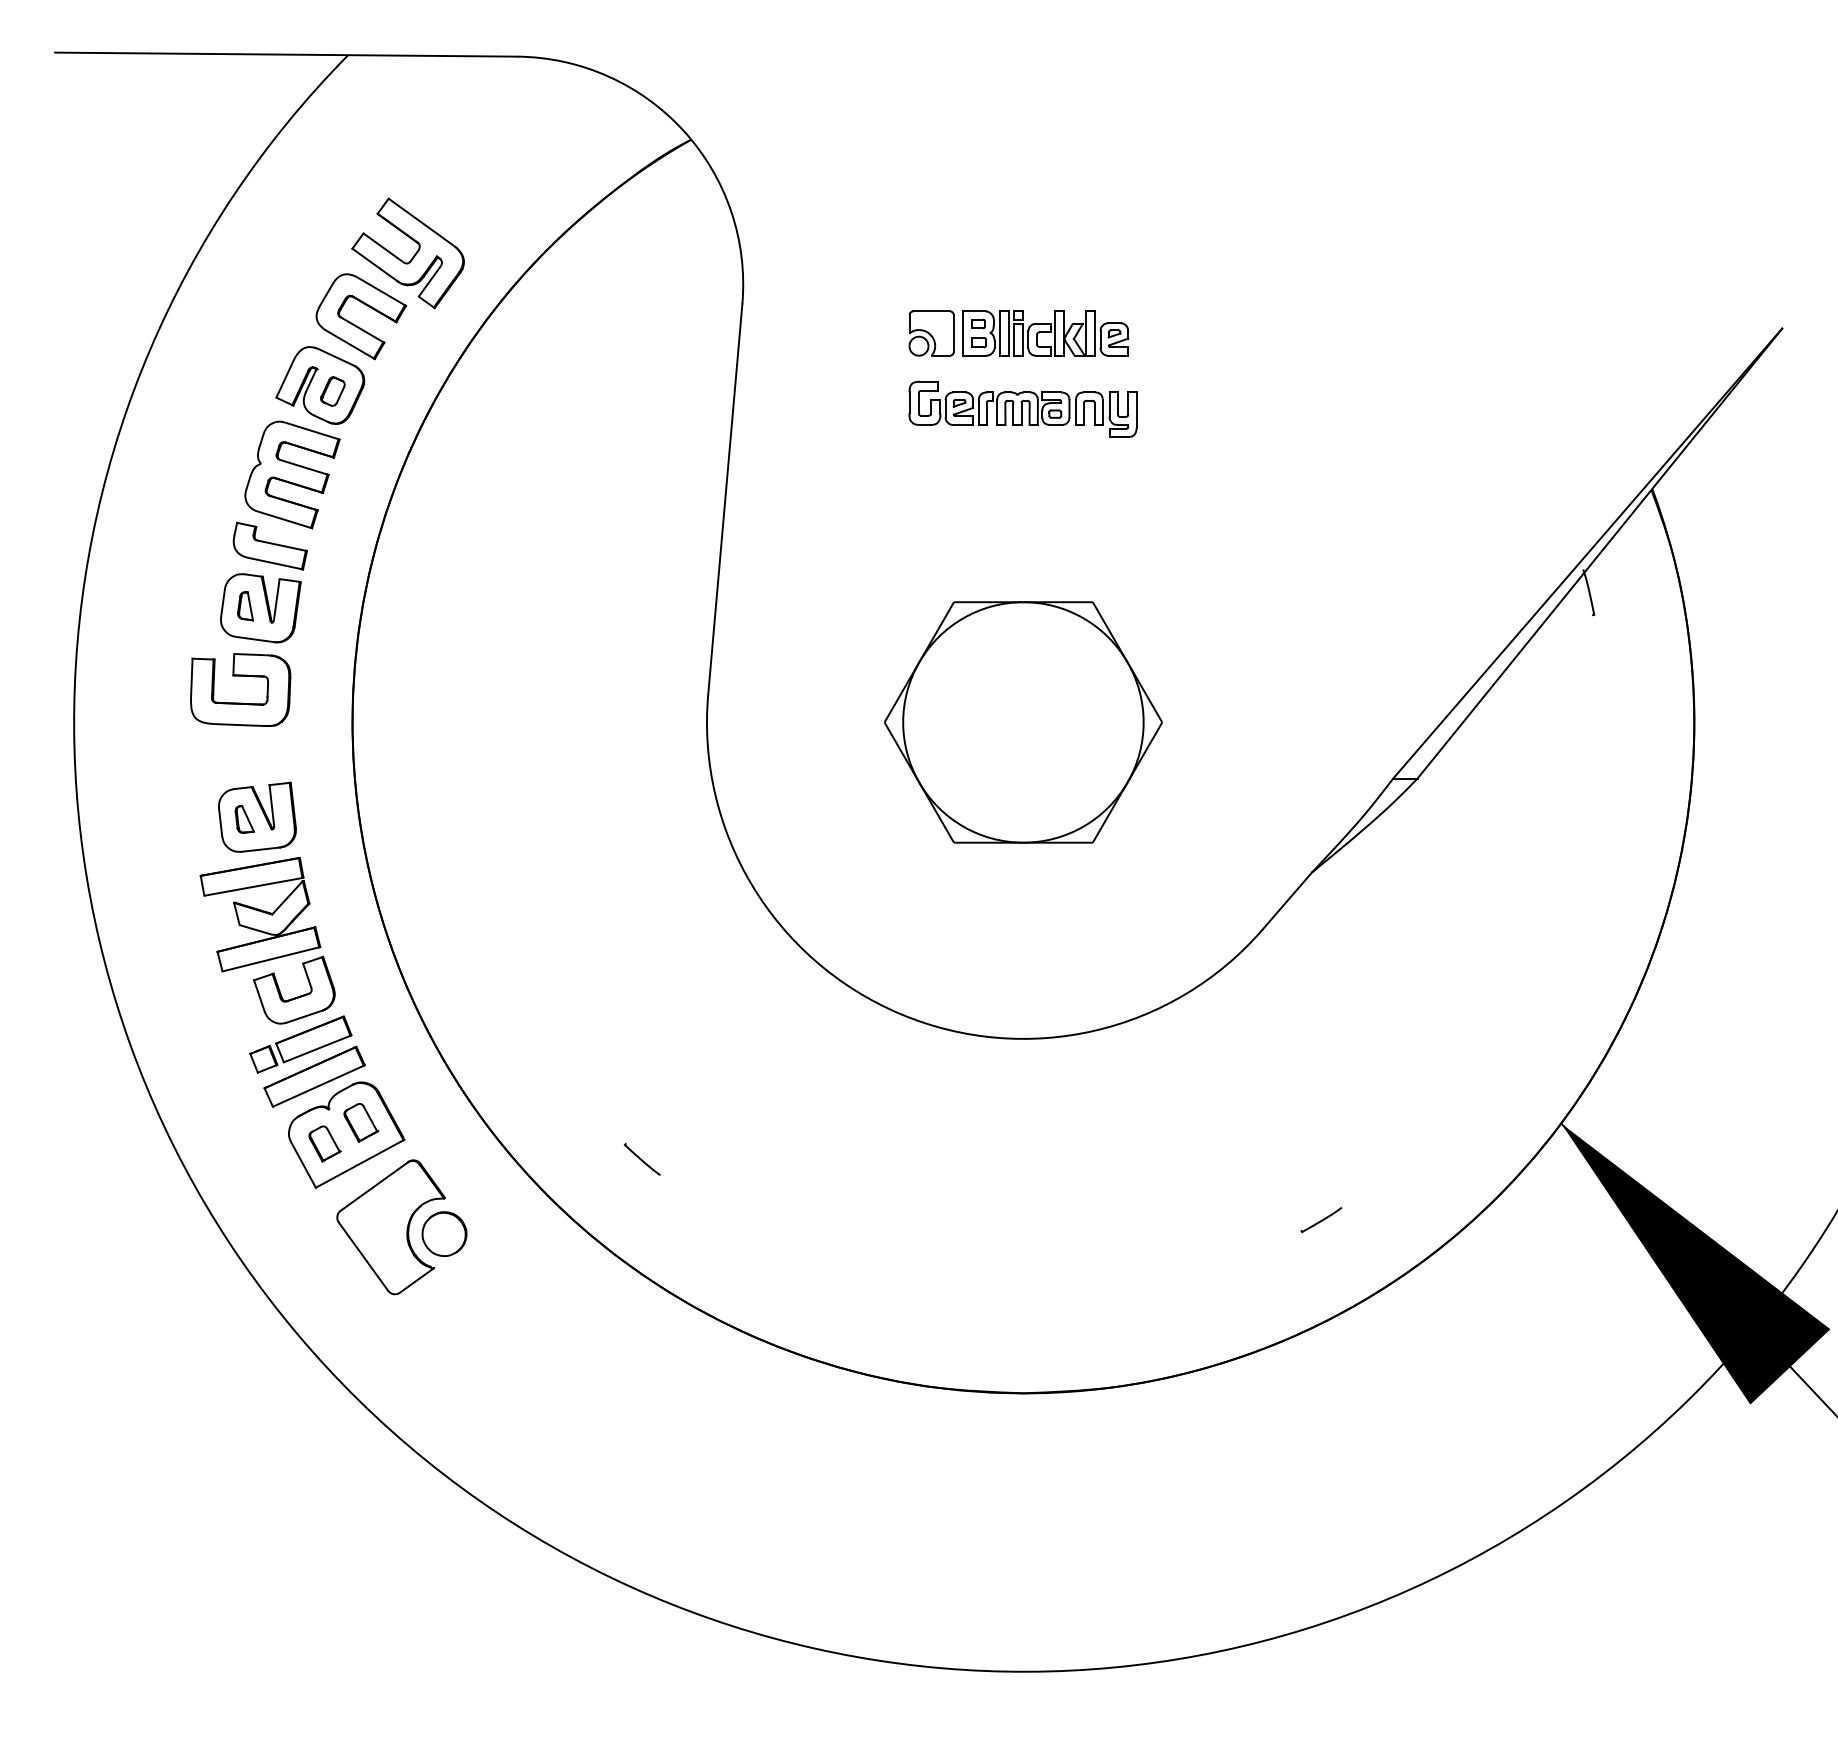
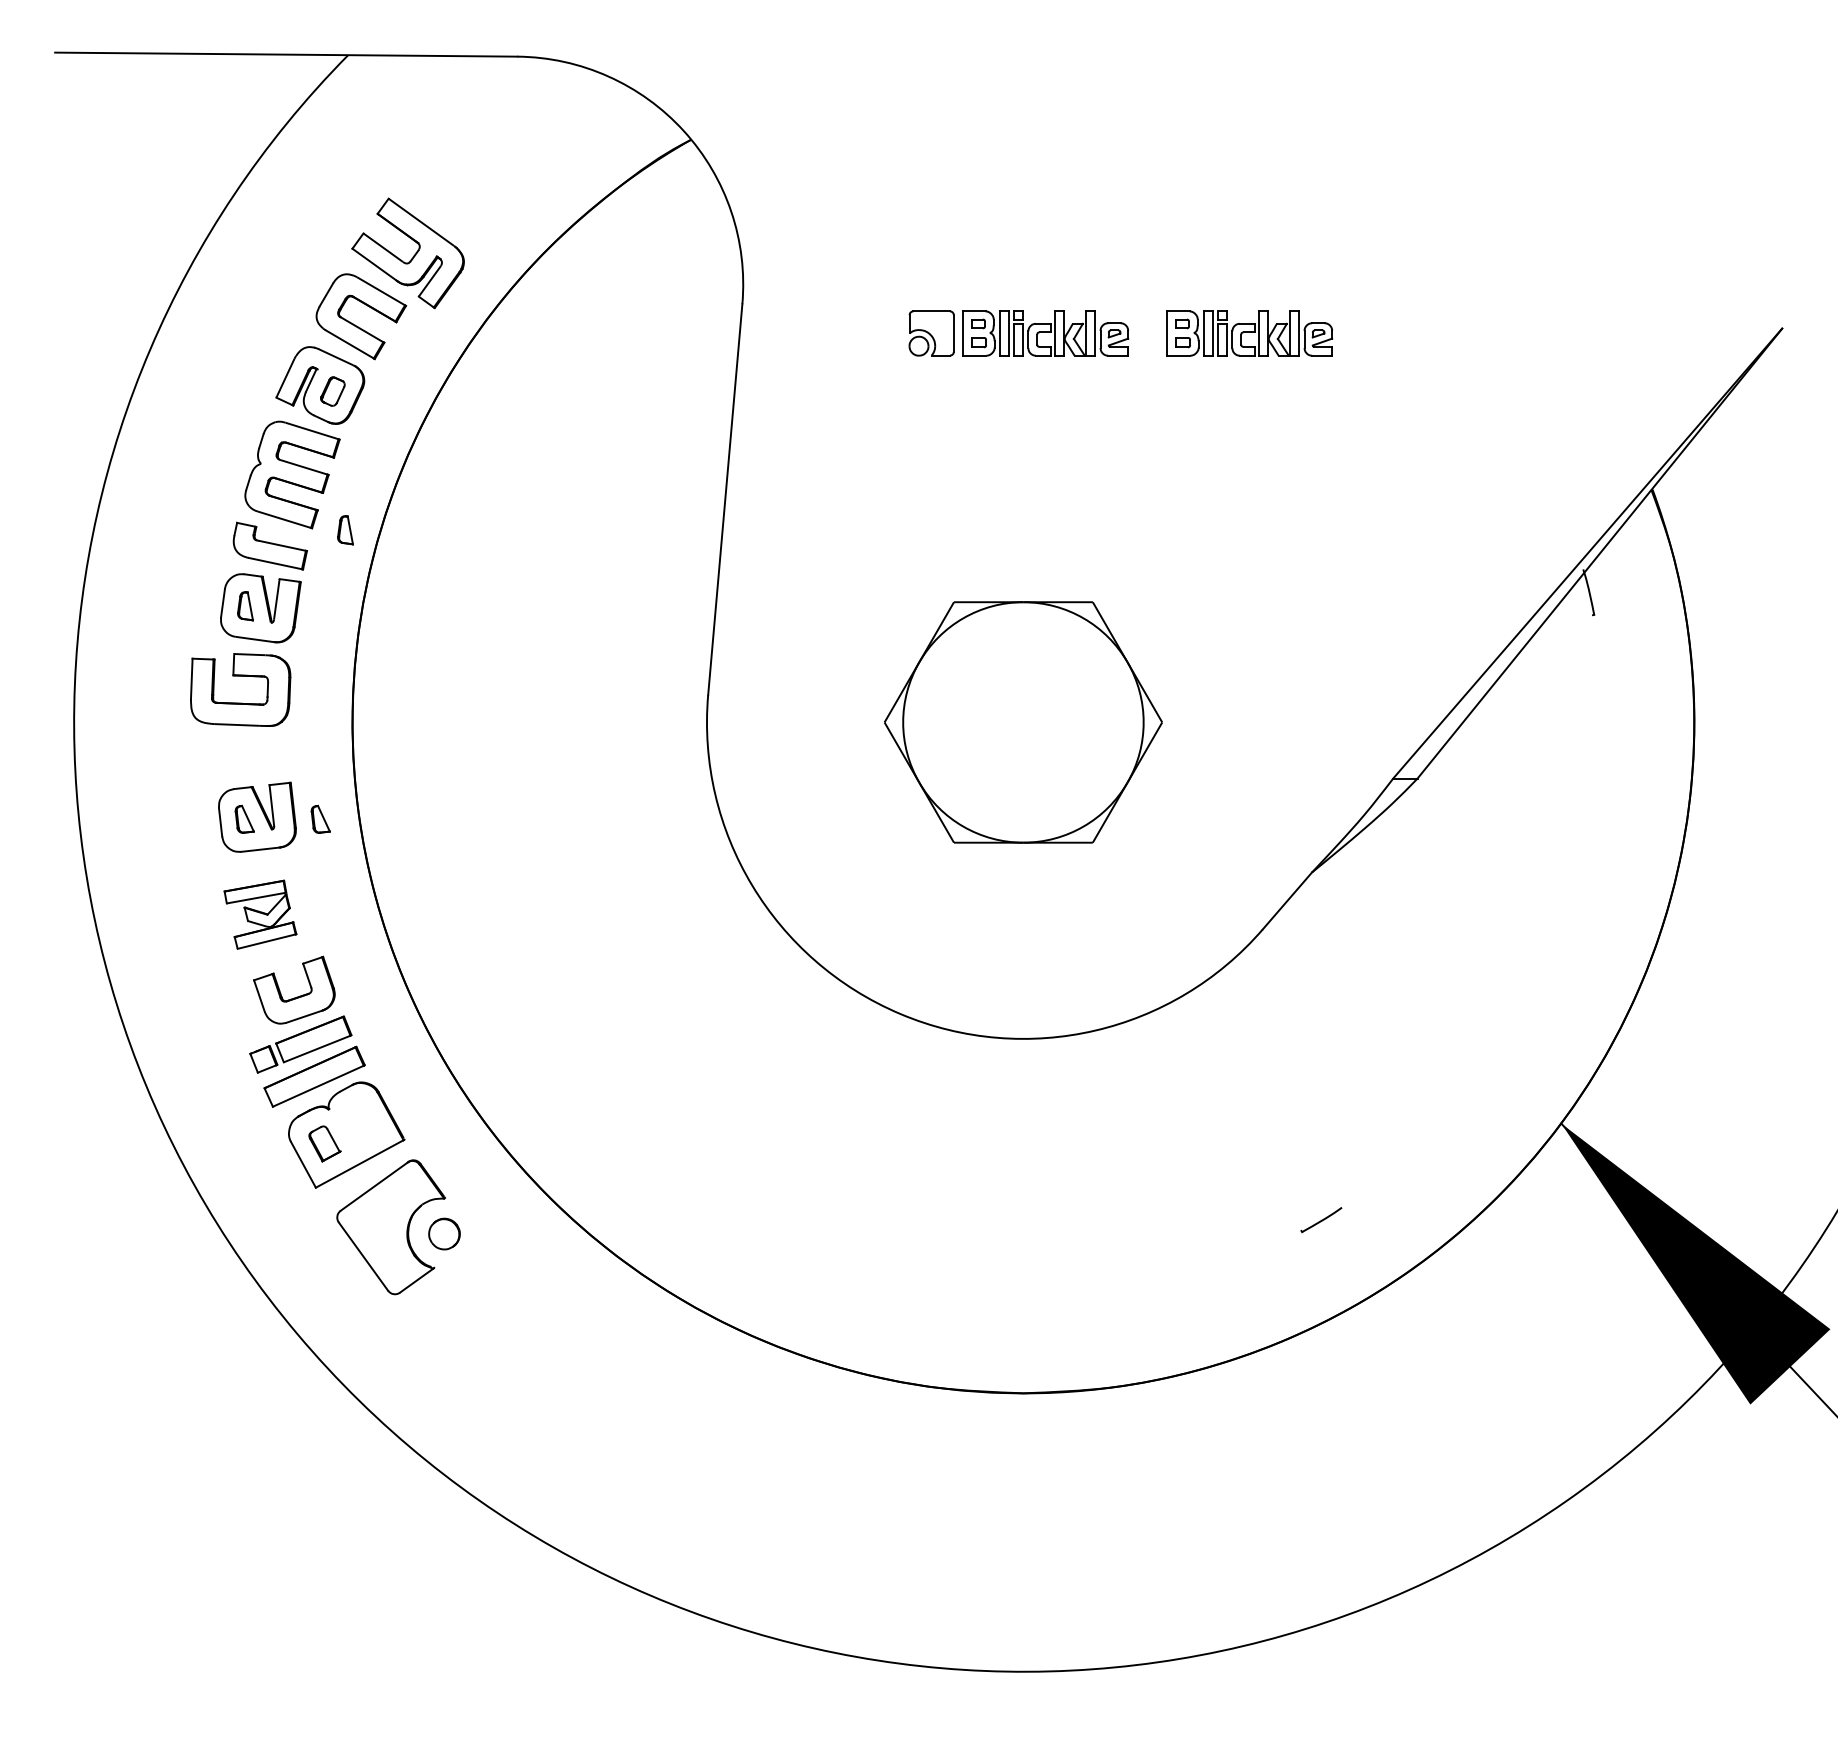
part at (1249, 333): none -> present
part at (1022, 408): present -> none
part at (345, 530): none -> present
part at (320, 818): none -> present
part at (260, 914) size: 123x116 px -> 75x71 px
part at (361, 1122): present -> none
part at (641, 1159): present -> none
part at (444, 1233) size: 47x46 px -> 33x34 px
